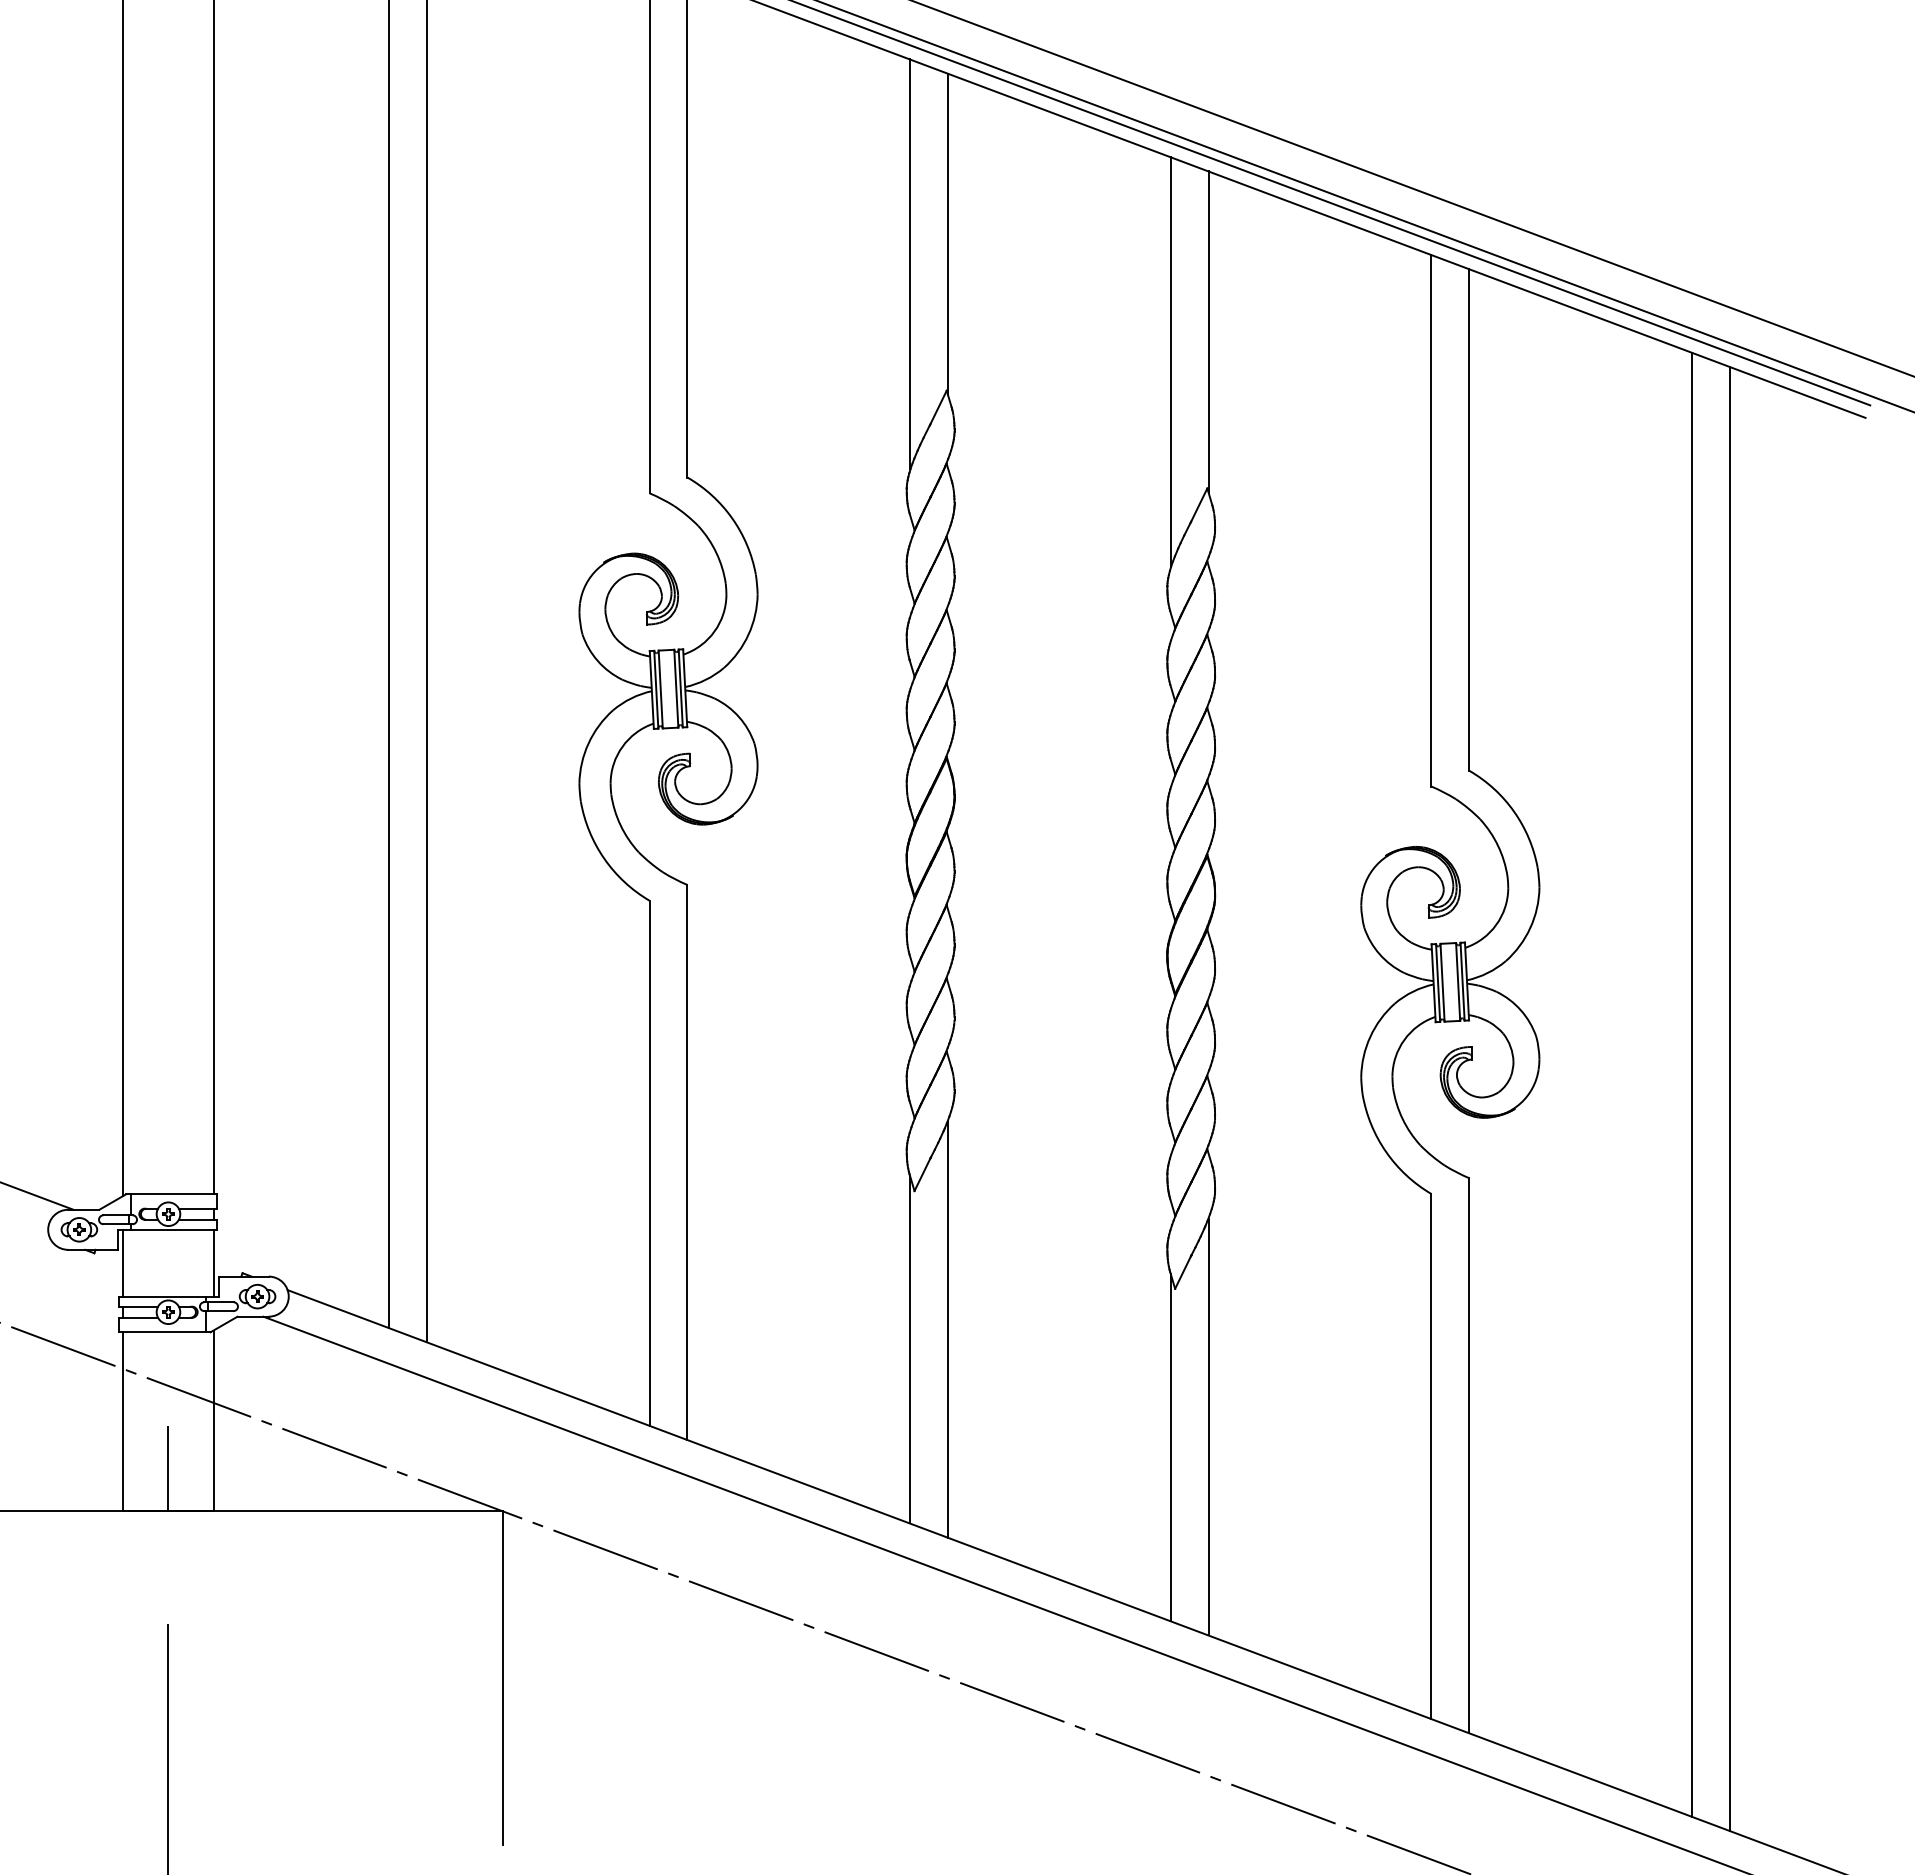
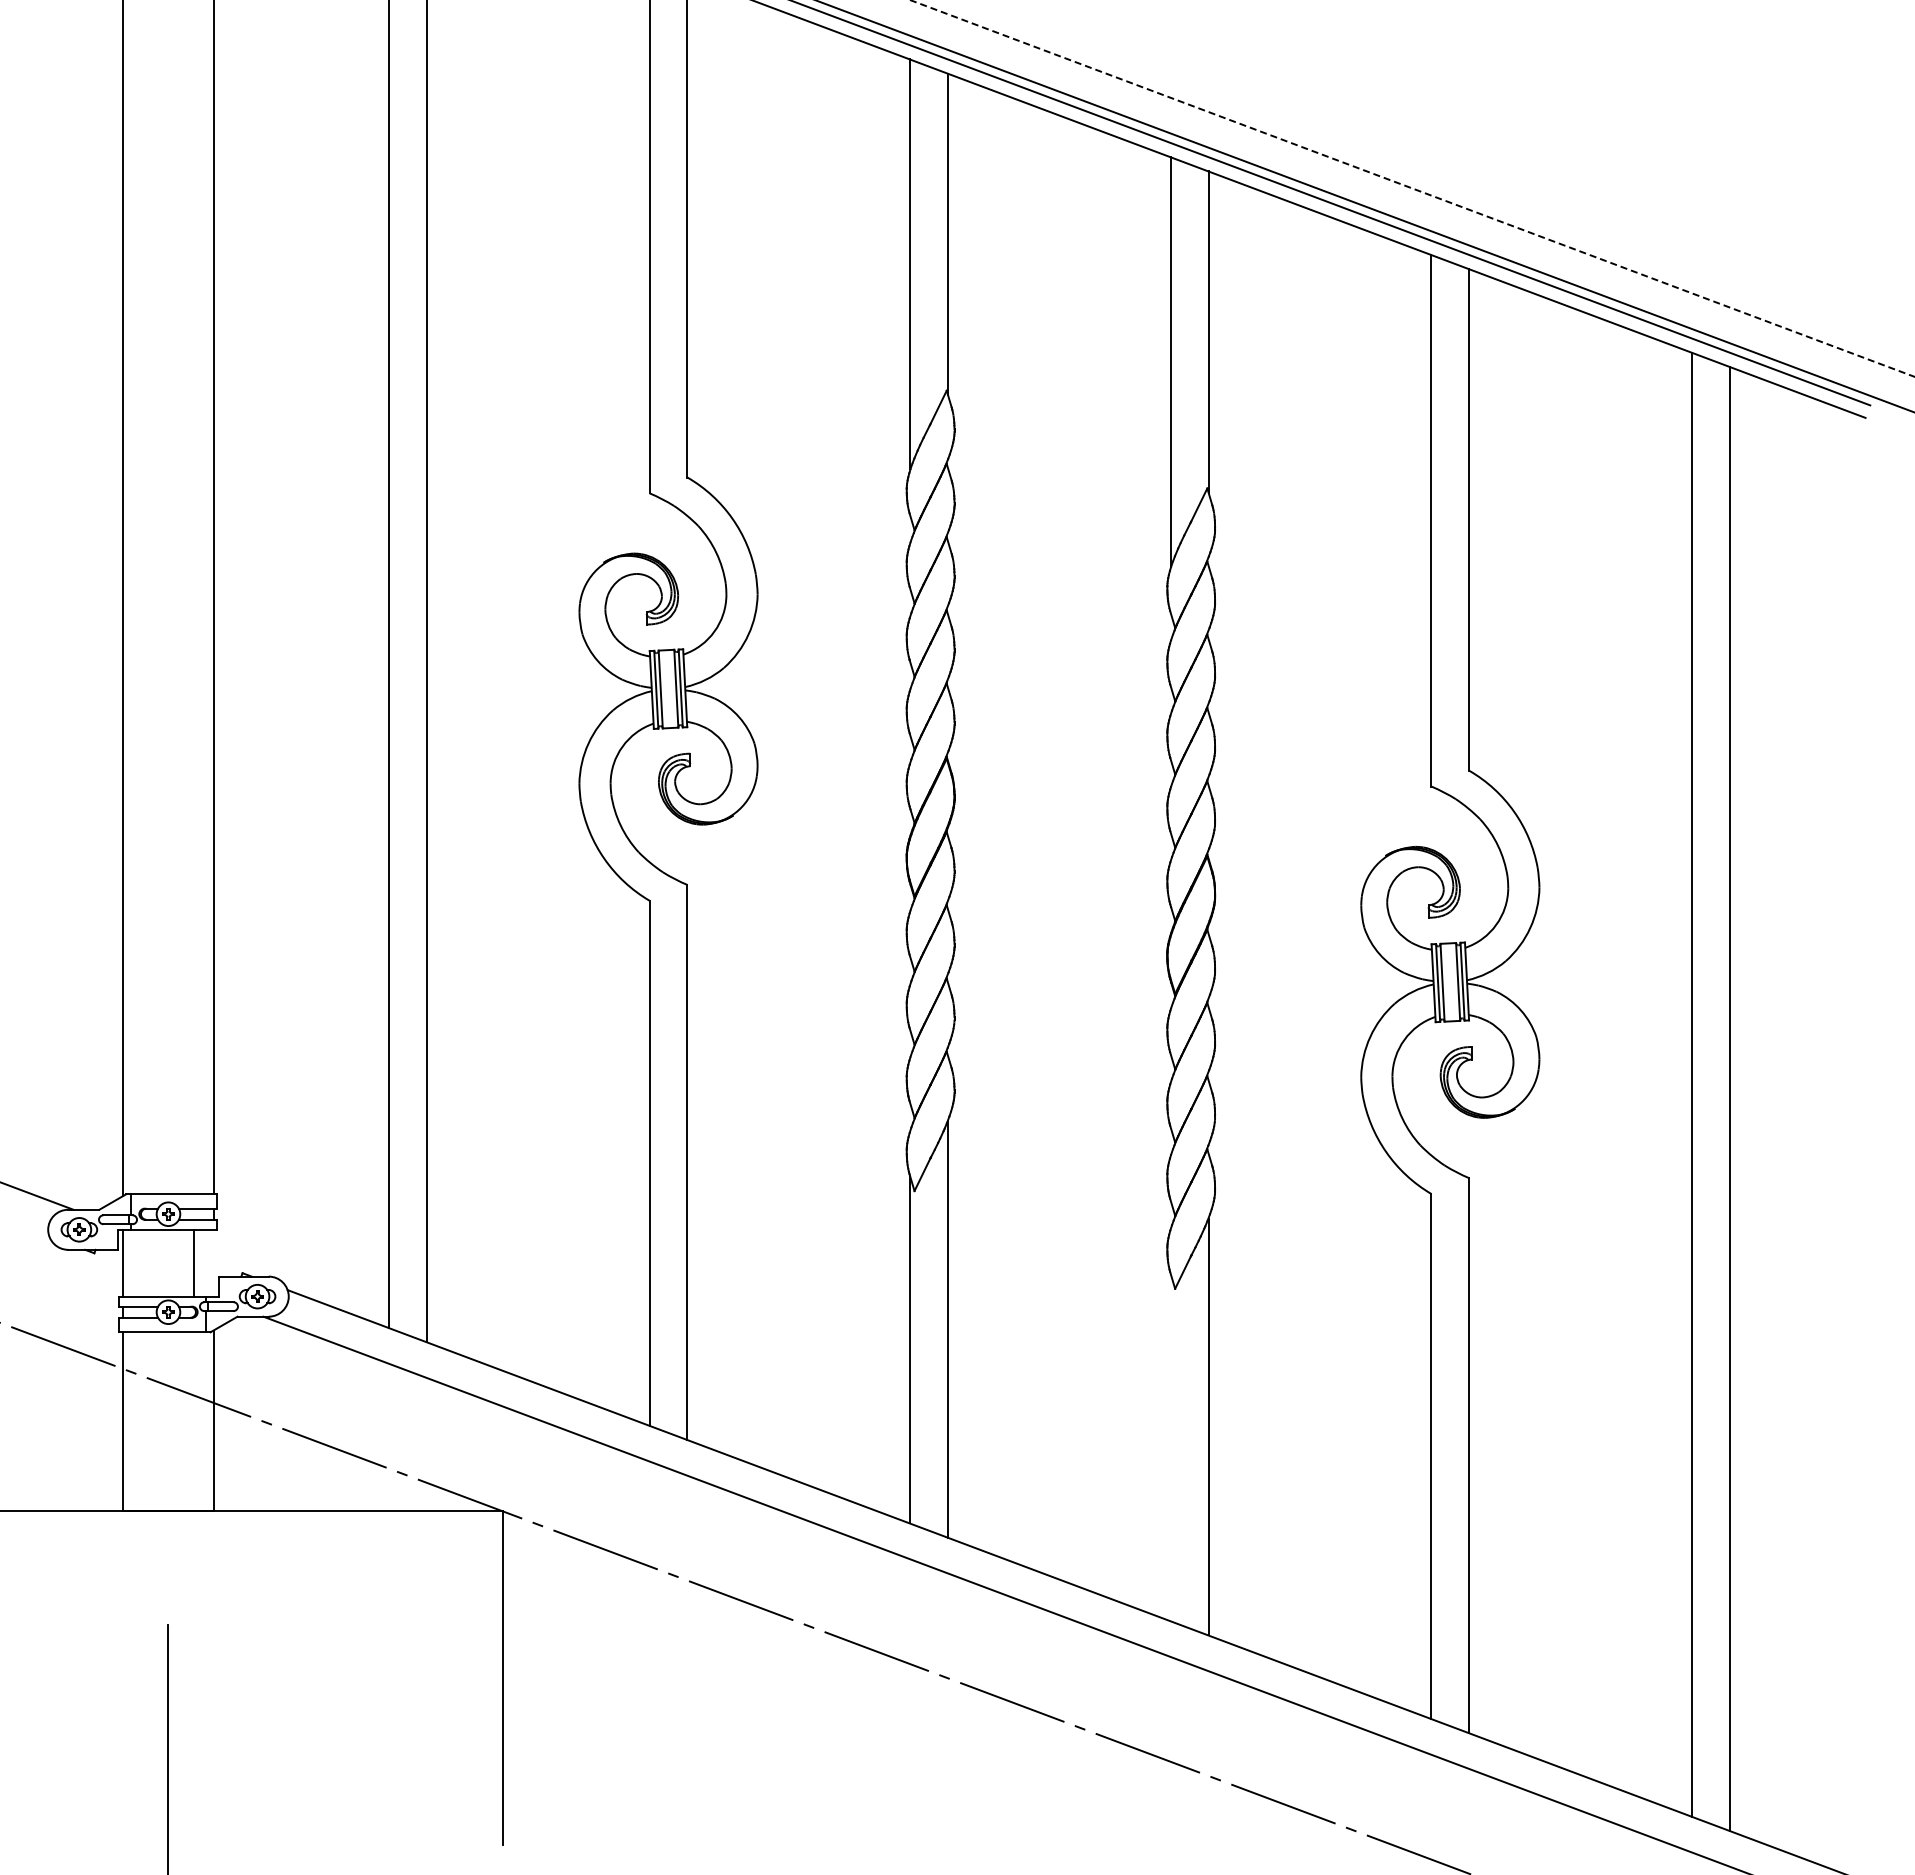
line at (1412, 188): solid -> dashed
line at (213, 1262) position: (213, 1262) -> (193, 1262)
line at (1170, 1447): present -> none
line at (168, 1468): present -> none
